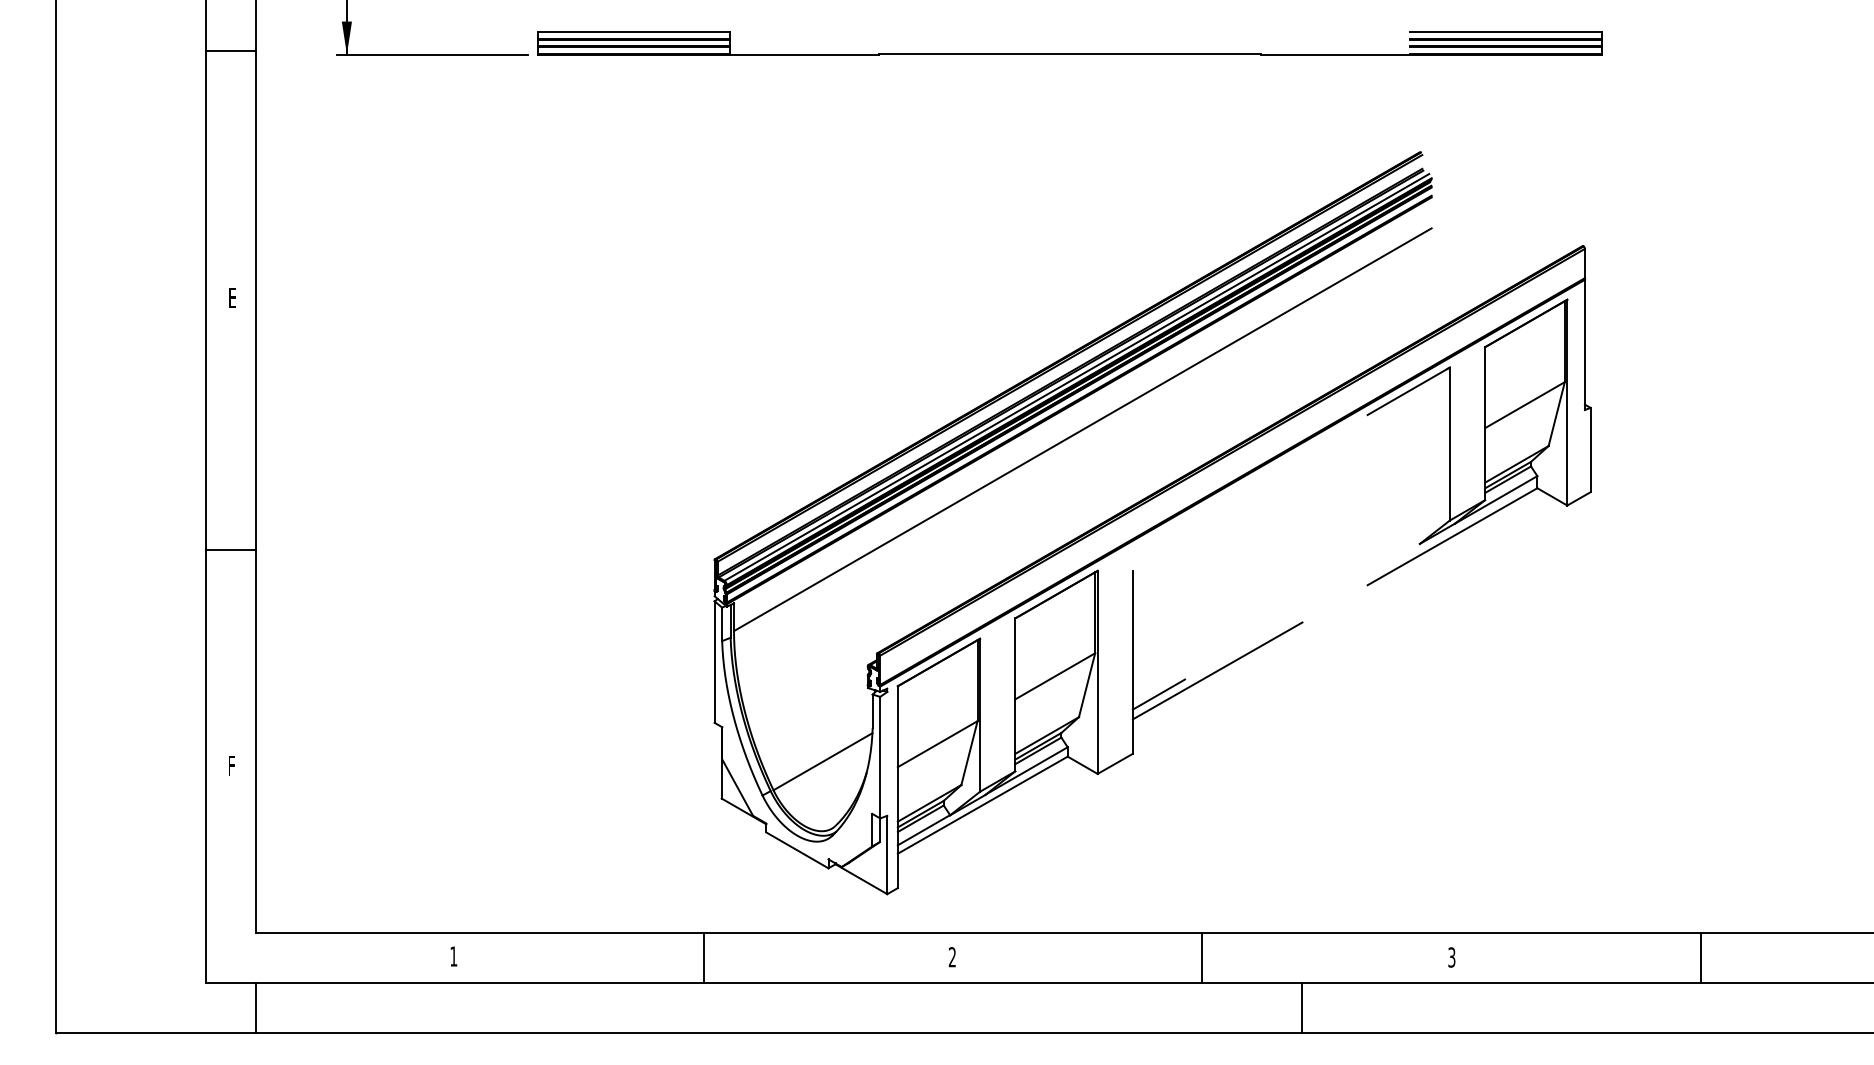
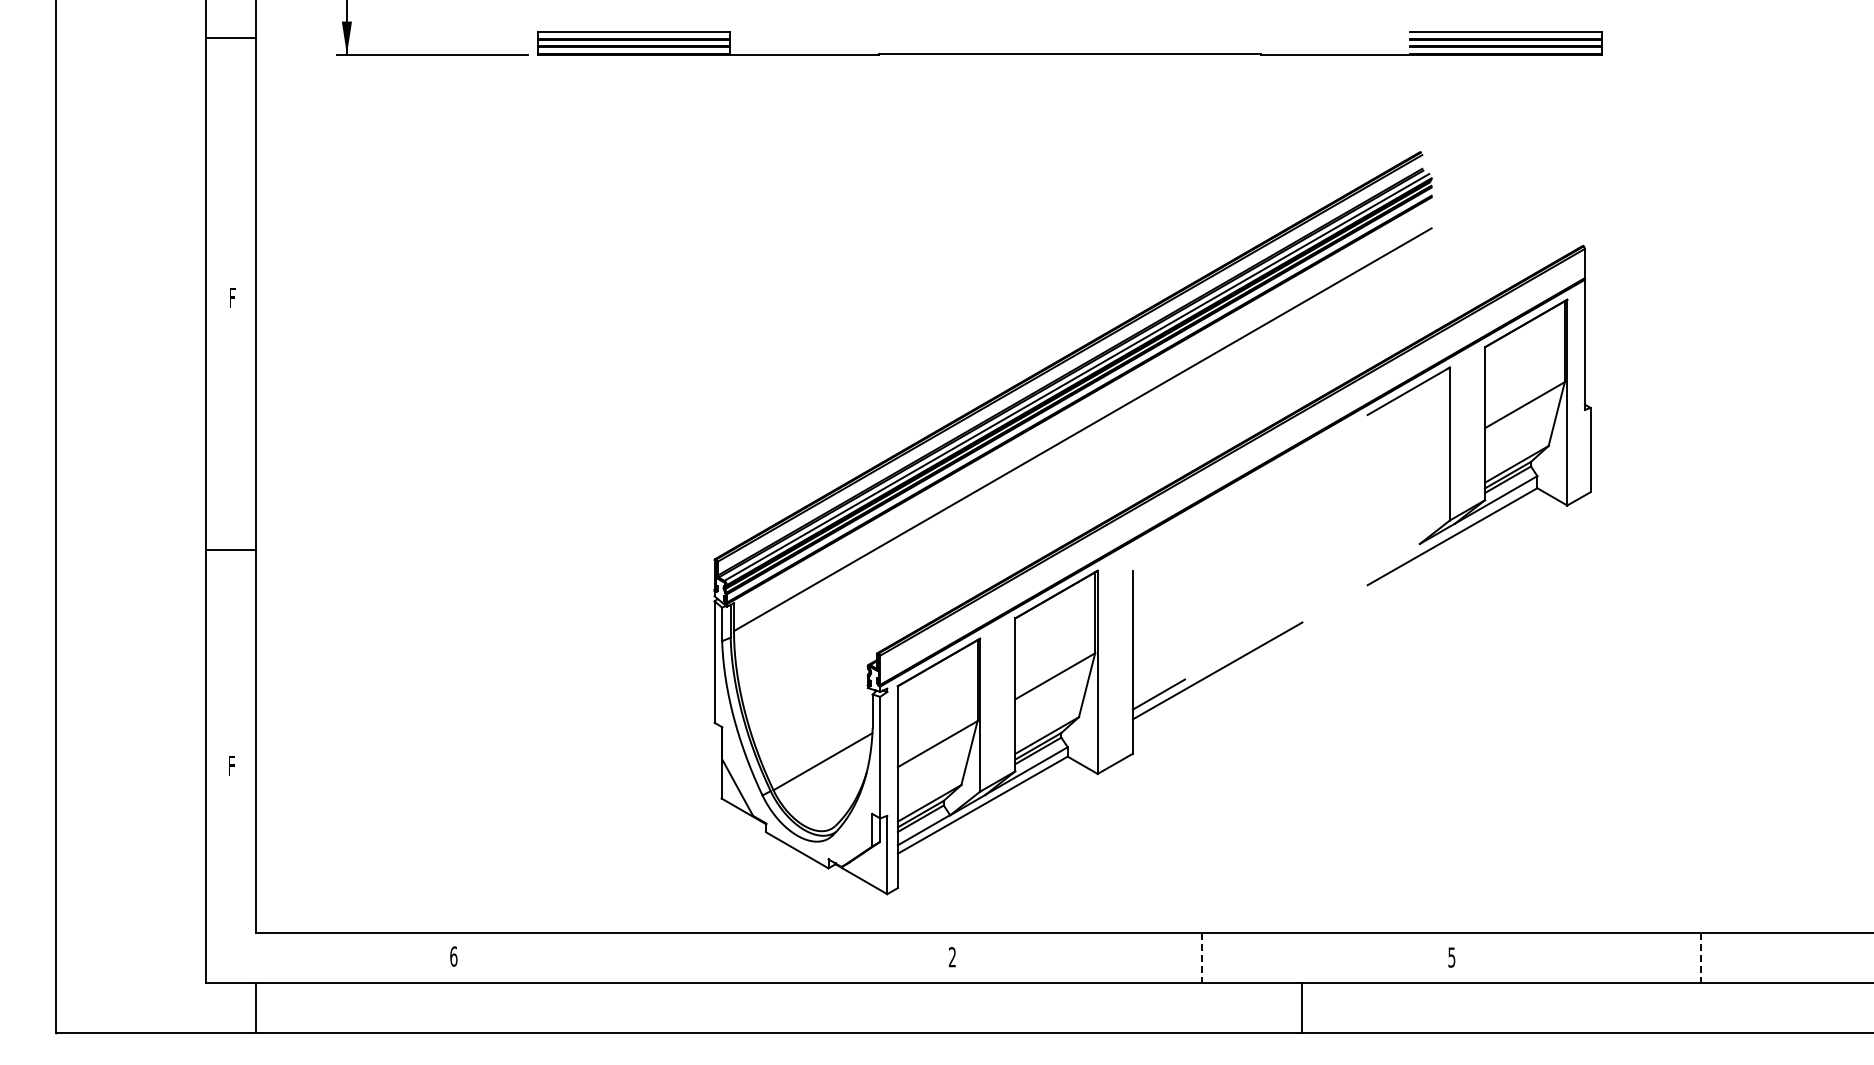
line at (230, 51) position: (230, 51) -> (230, 38)
text at (232, 297): E -> F
text at (453, 956): 1 -> 6
text at (1451, 956): 3 -> 5
line at (704, 958): present -> none
line at (1202, 958): solid -> dashed
line at (1700, 958): solid -> dashed
